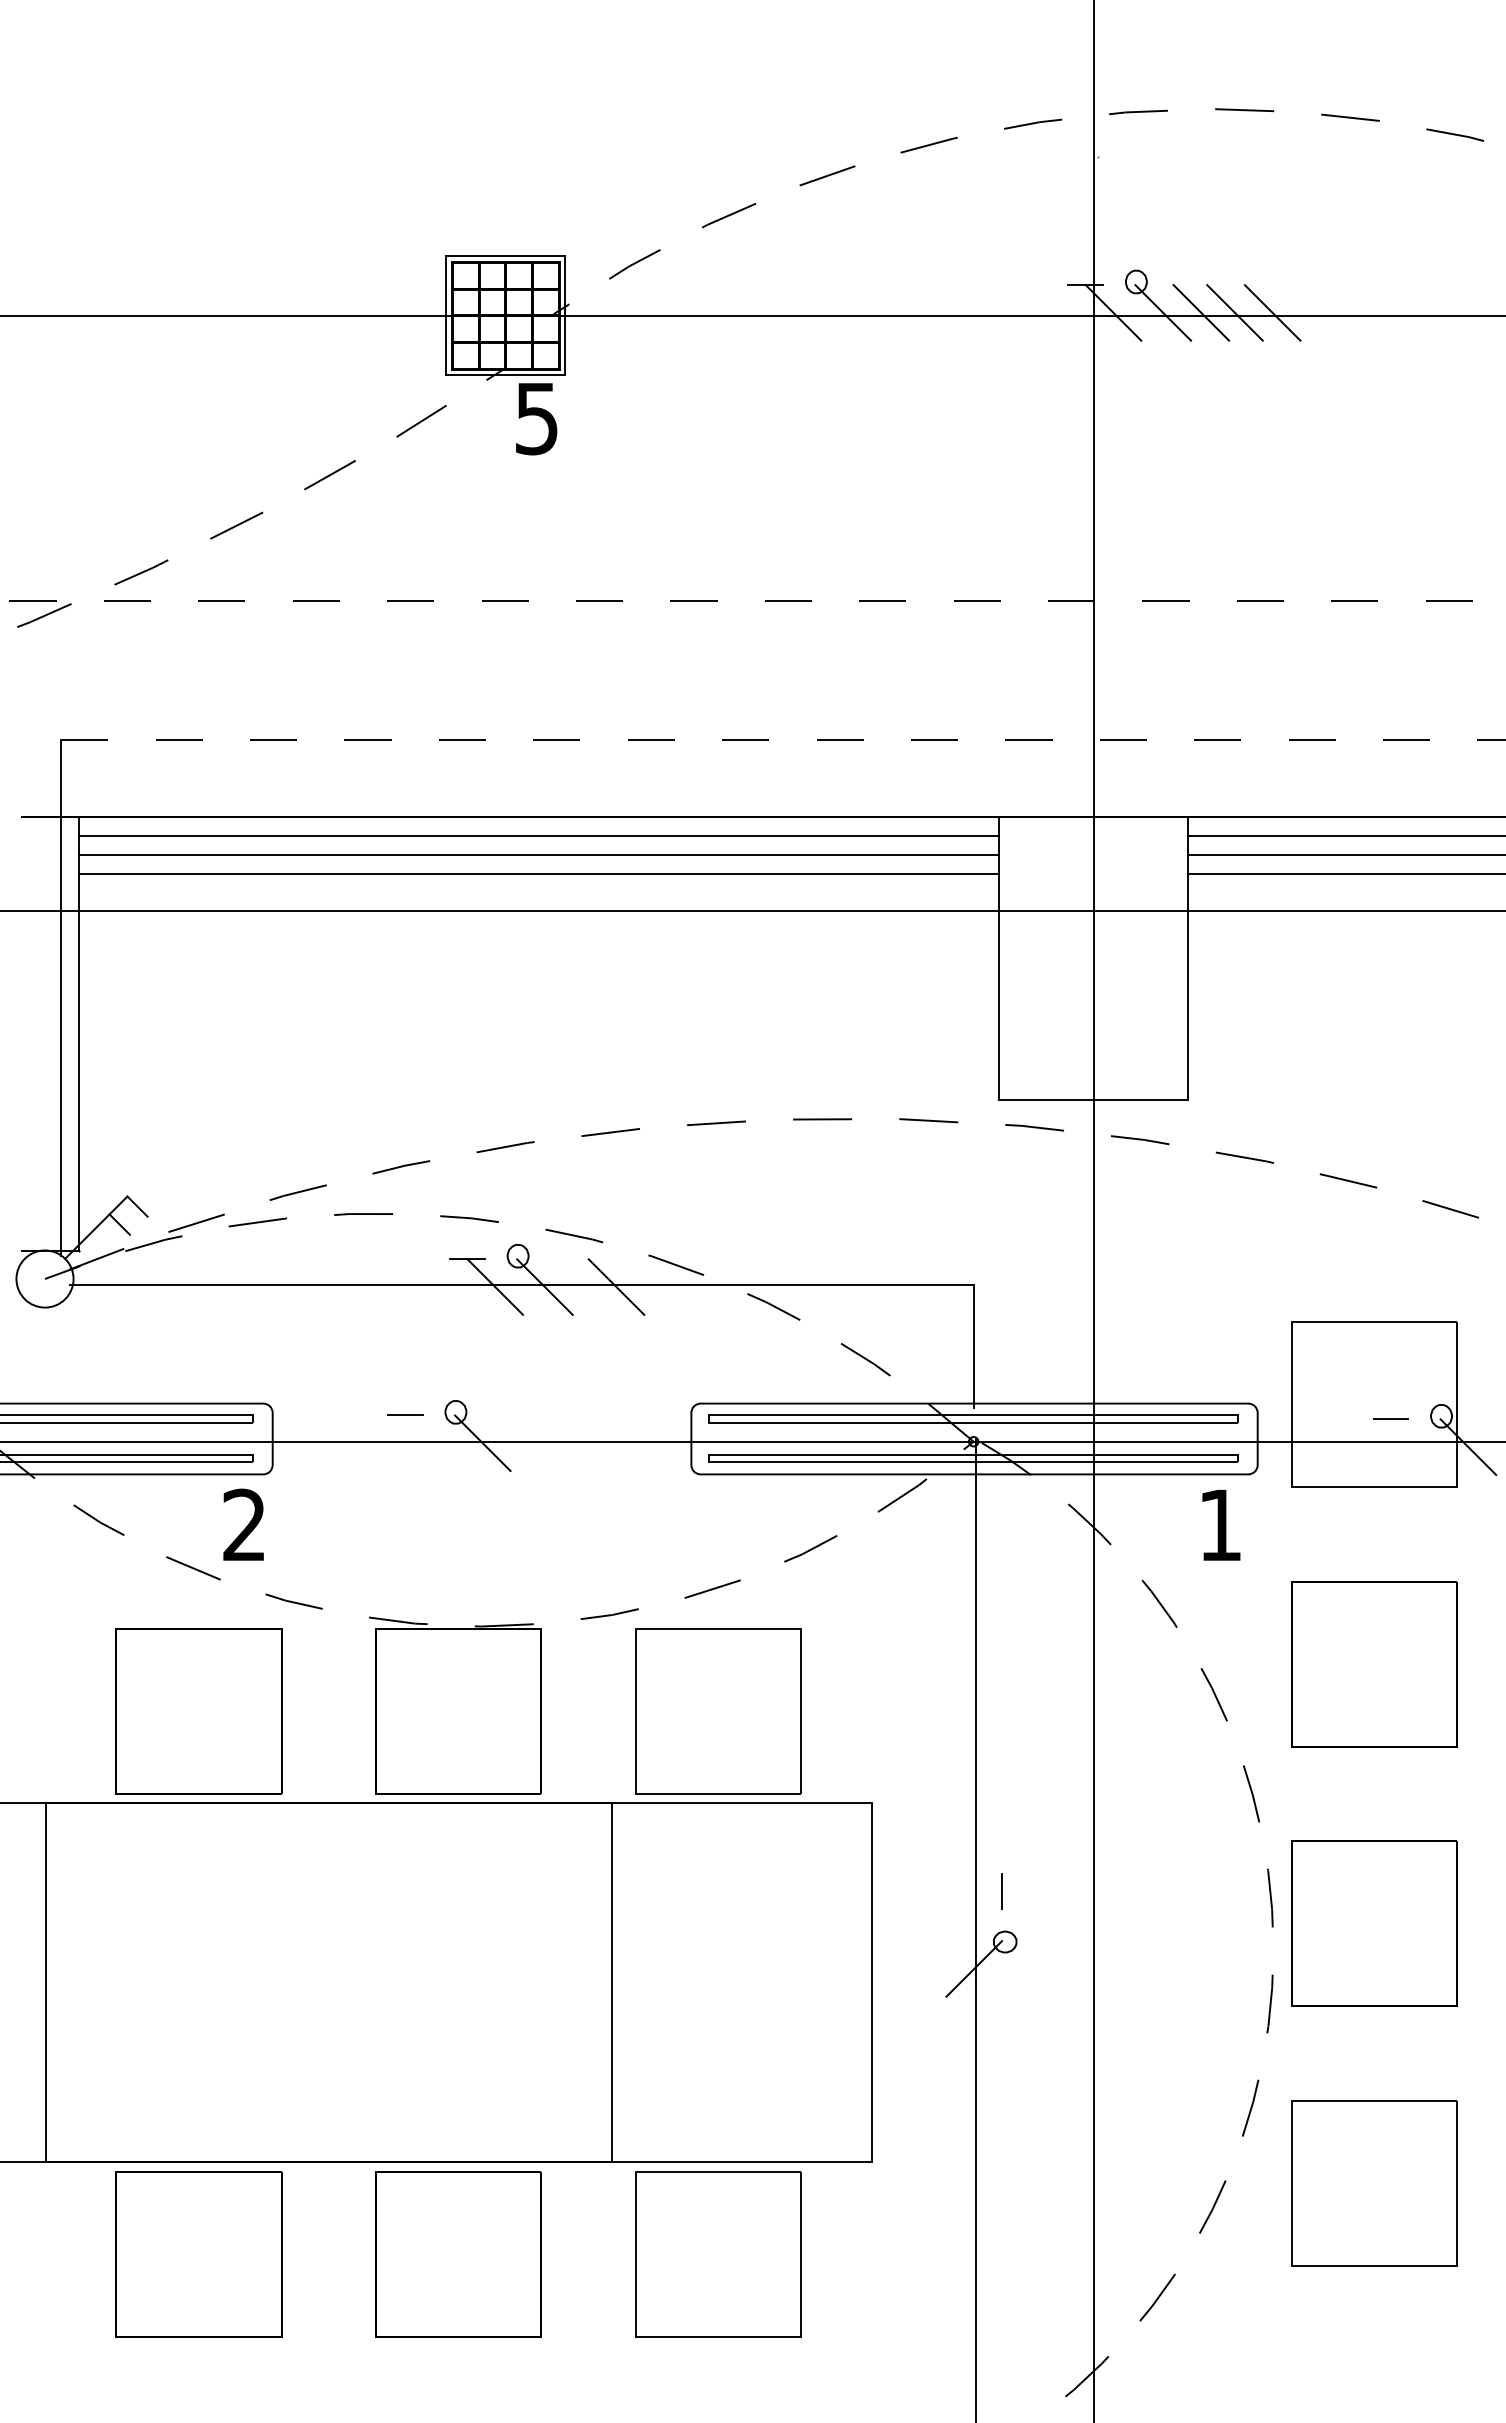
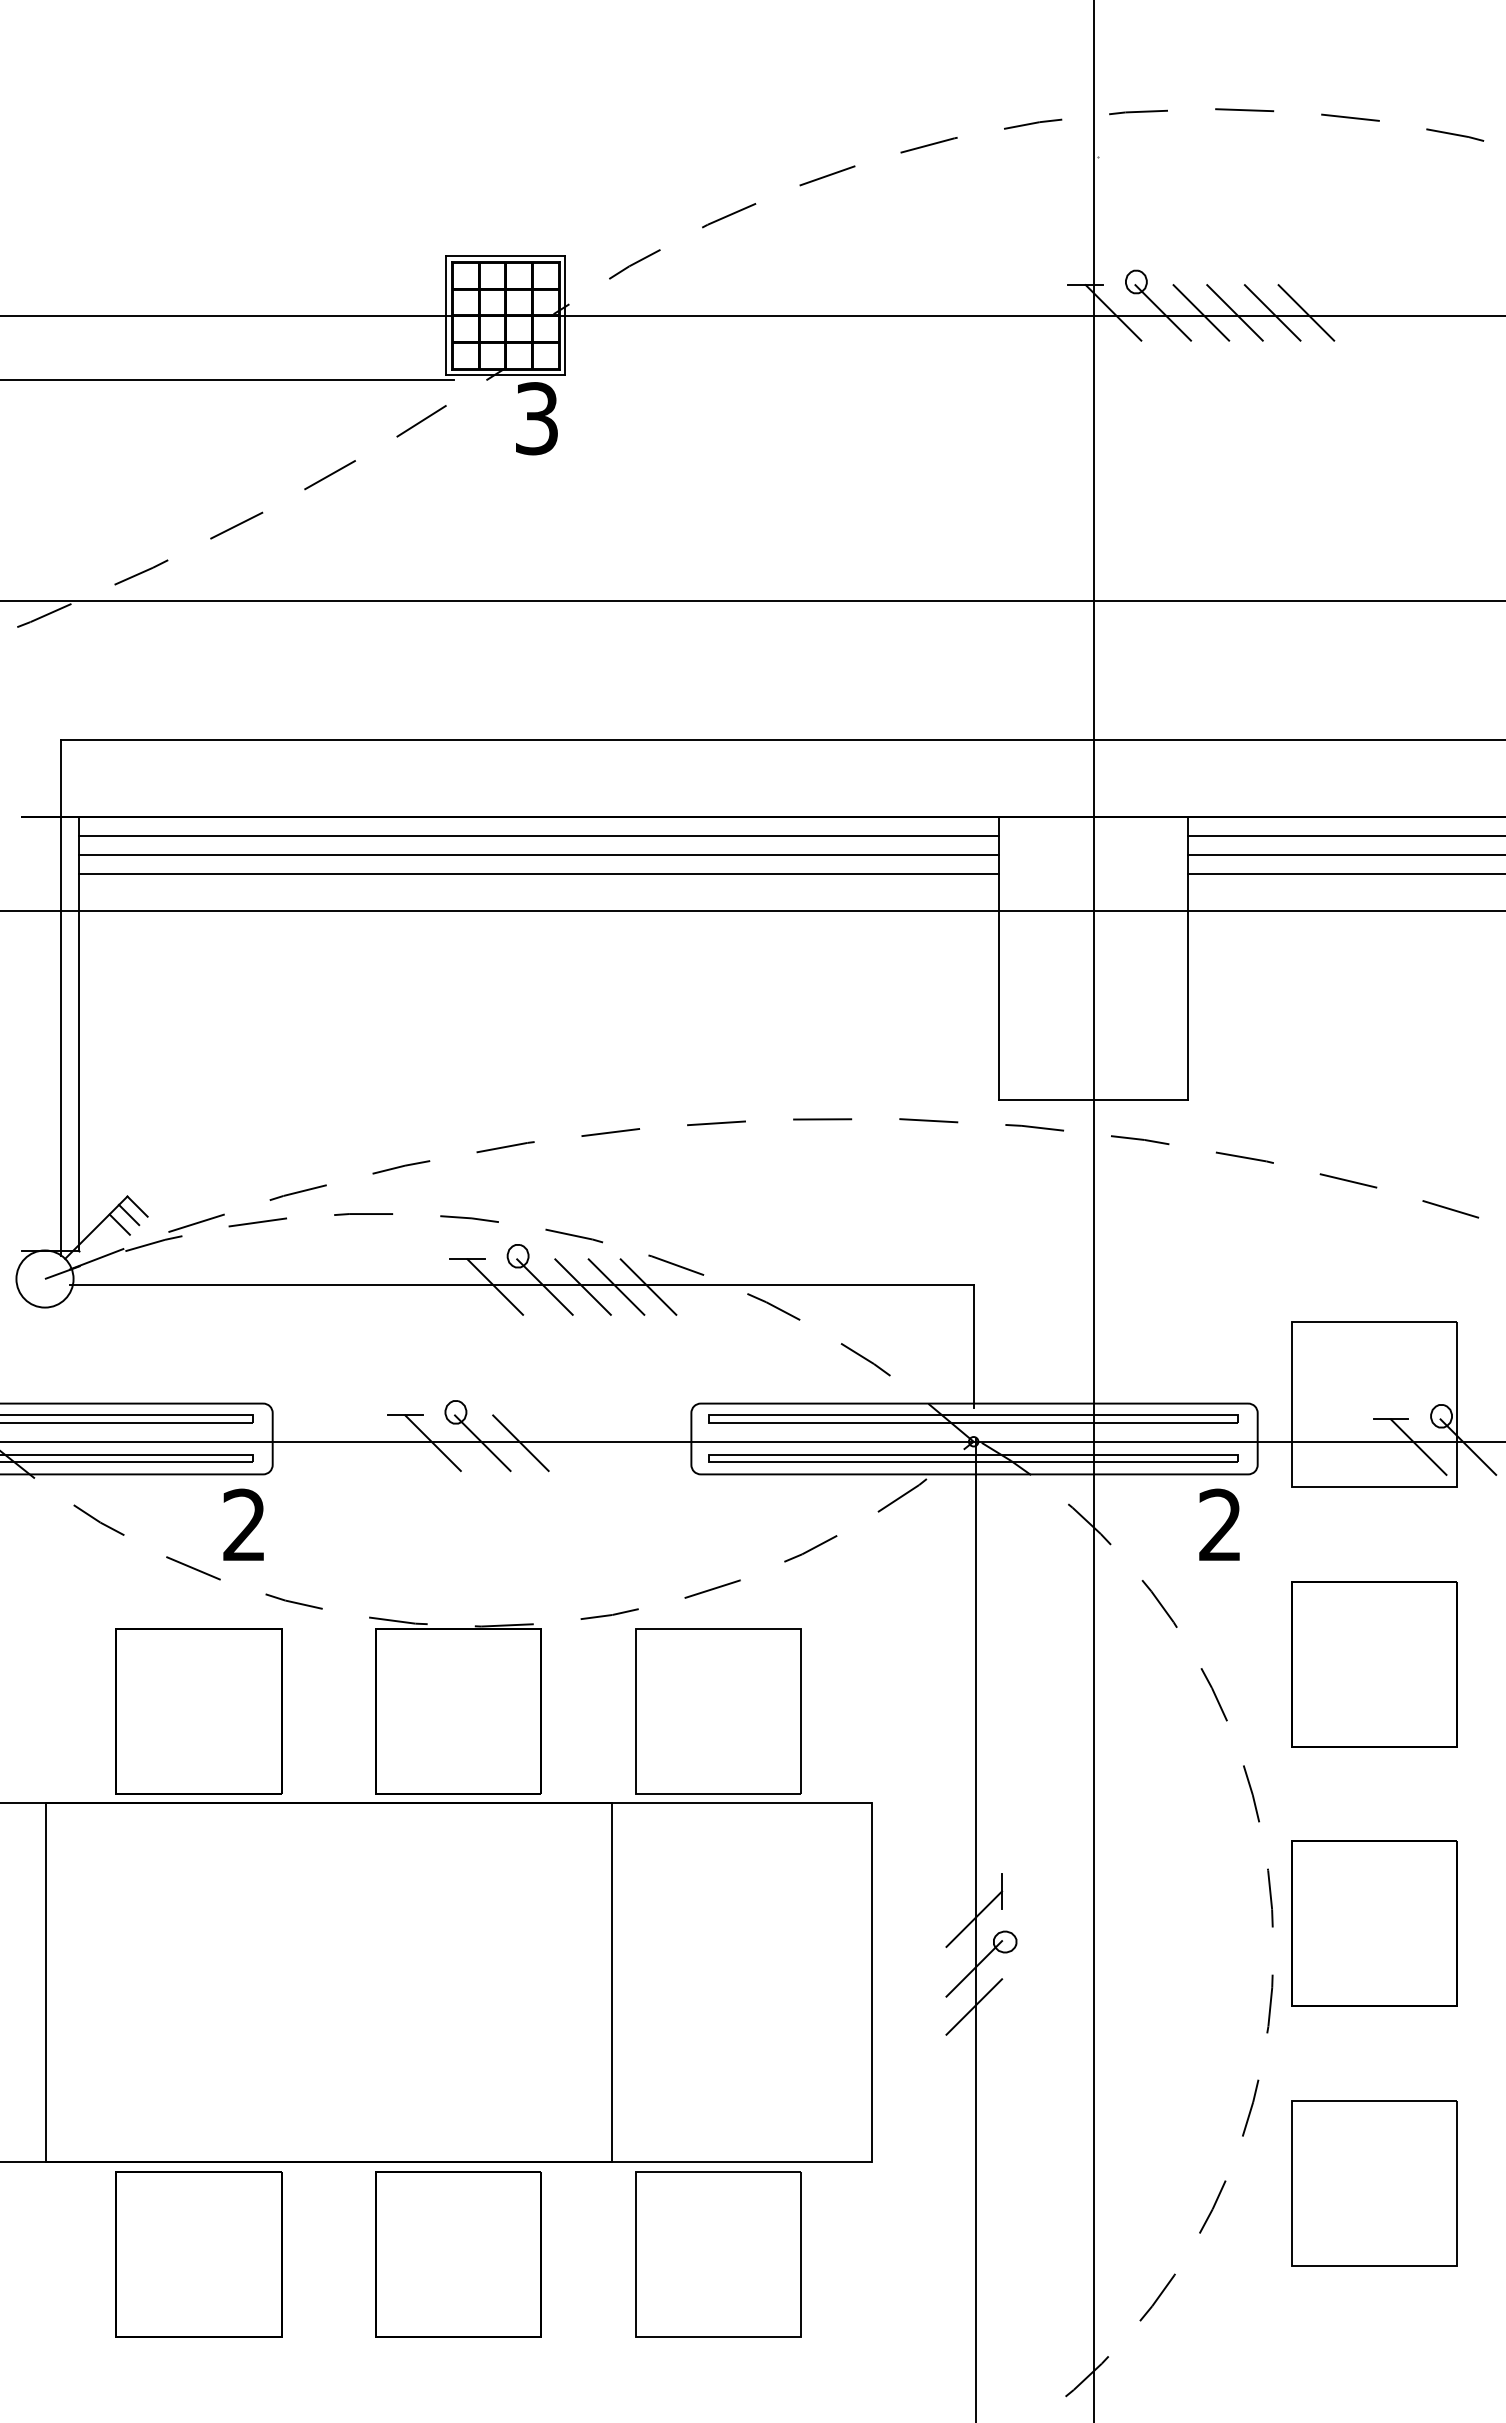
line at (1306, 312): none -> present
line at (227, 380): none -> present
text at (536, 418): 5 -> 3
line at (754, 600): dashed -> solid
line at (783, 739): dashed -> solid
line at (128, 1214): none -> present
line at (582, 1286): none -> present
line at (648, 1286): none -> present
line at (432, 1443): none -> present
line at (520, 1443): none -> present
line at (1418, 1446): none -> present
text at (1219, 1524): 1 -> 2
line at (974, 1918): none -> present
line at (974, 2006): none -> present
